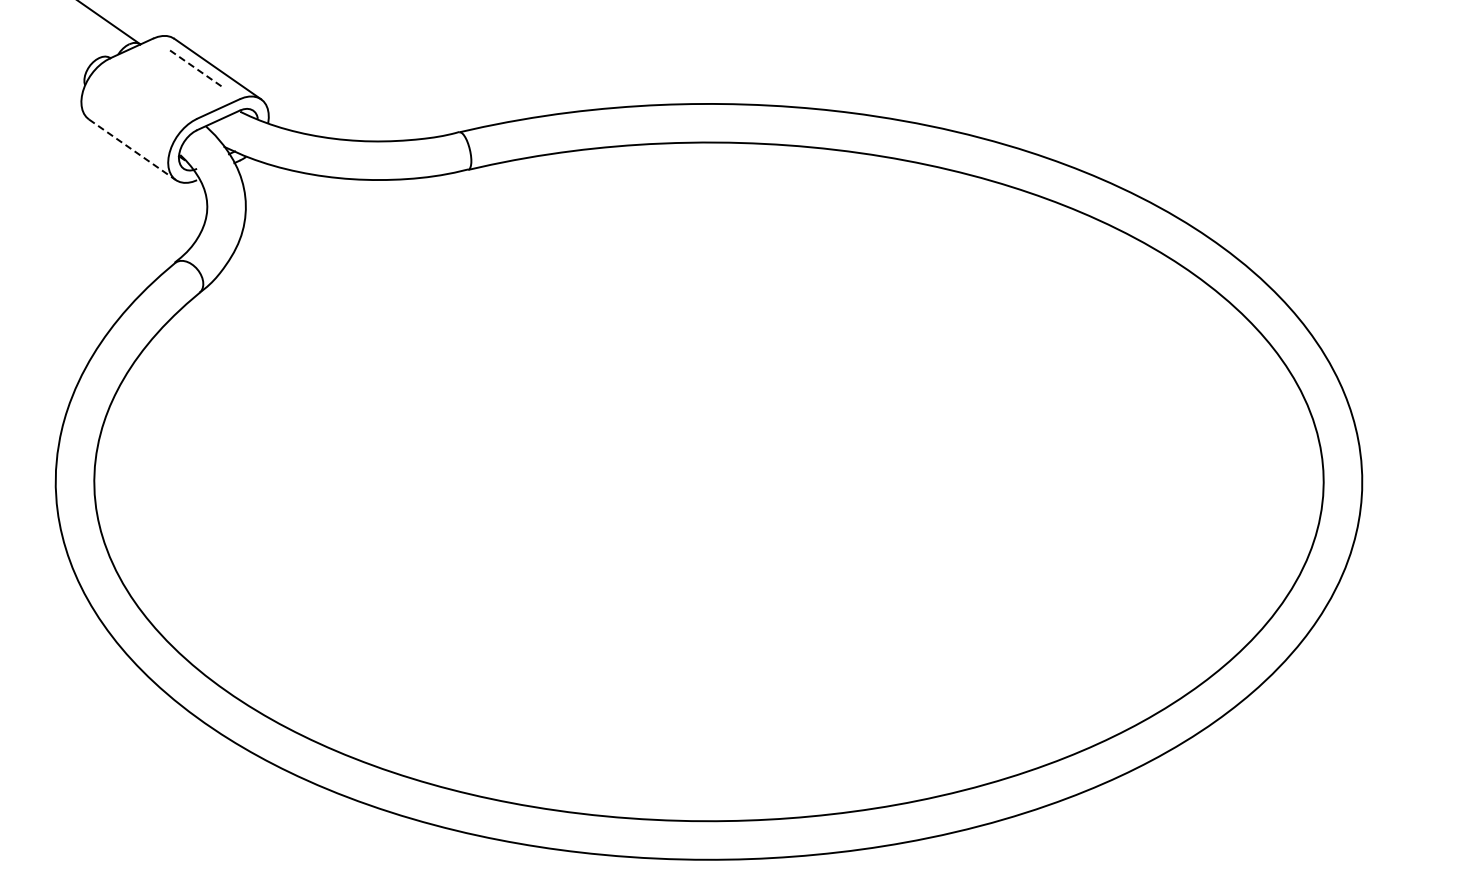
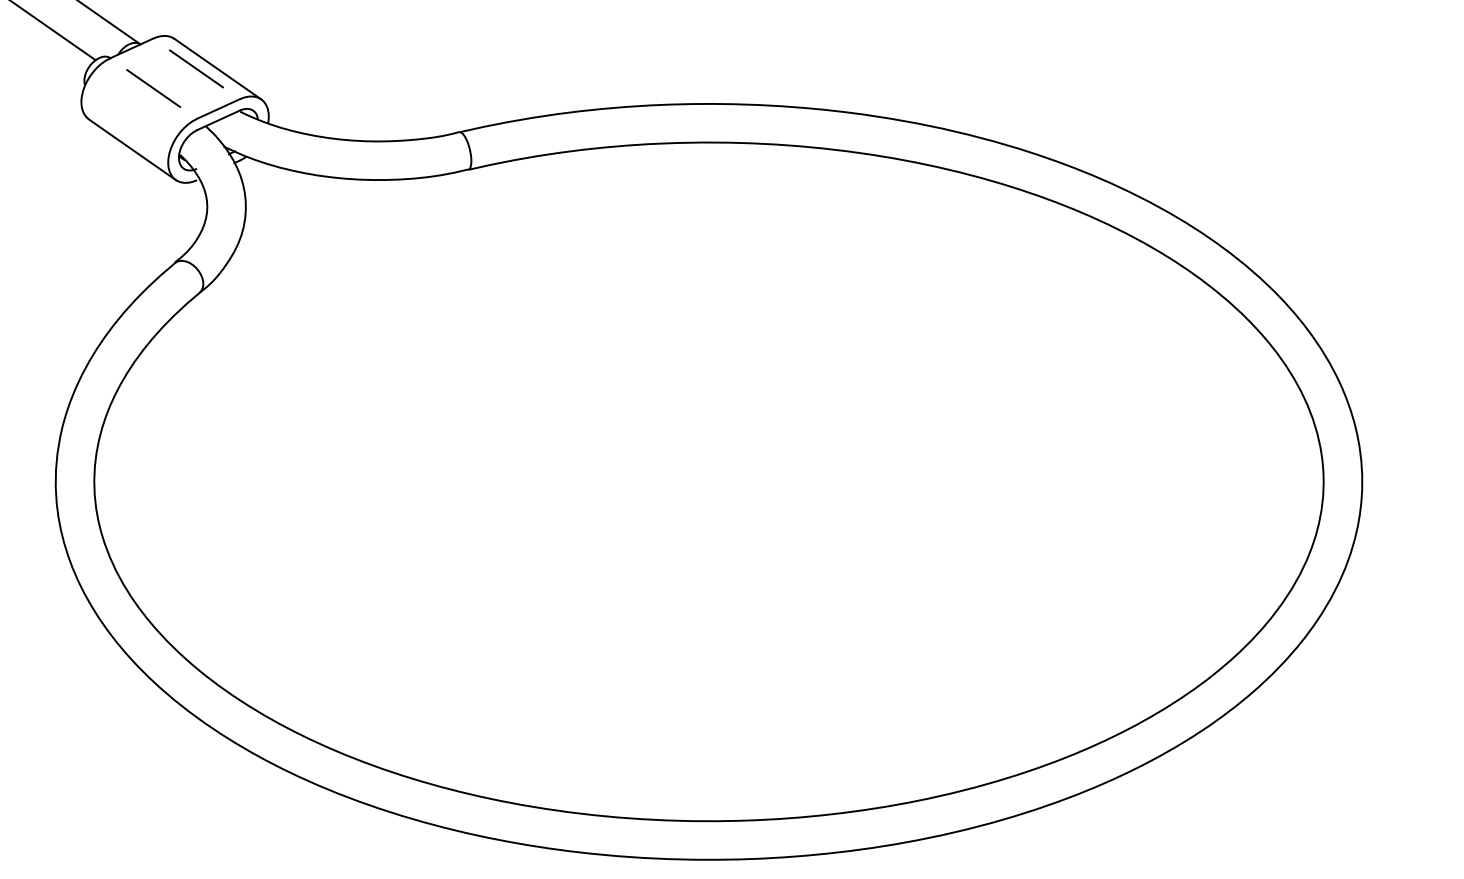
line at (53, 31): none -> present
line at (196, 69): dashed -> solid
line at (153, 88): none -> present
line at (132, 149): dashed -> solid
